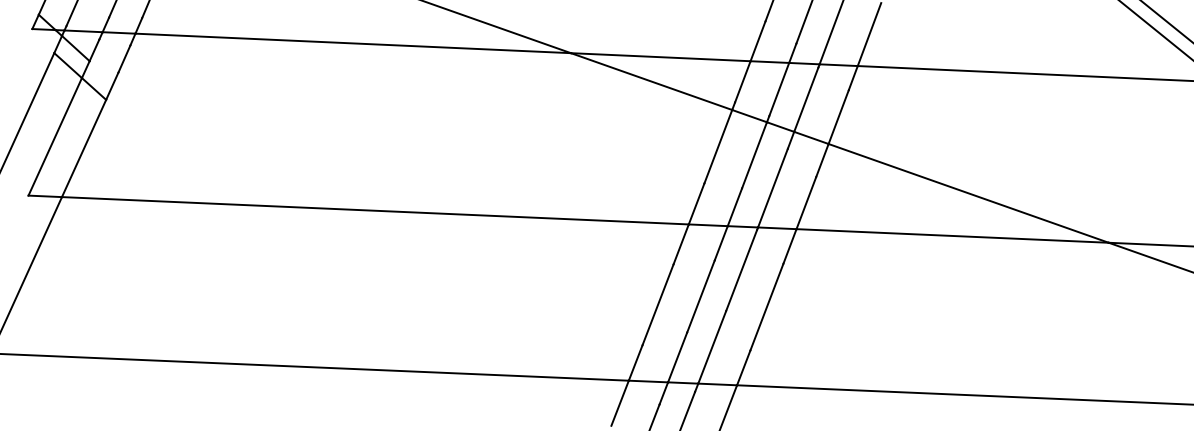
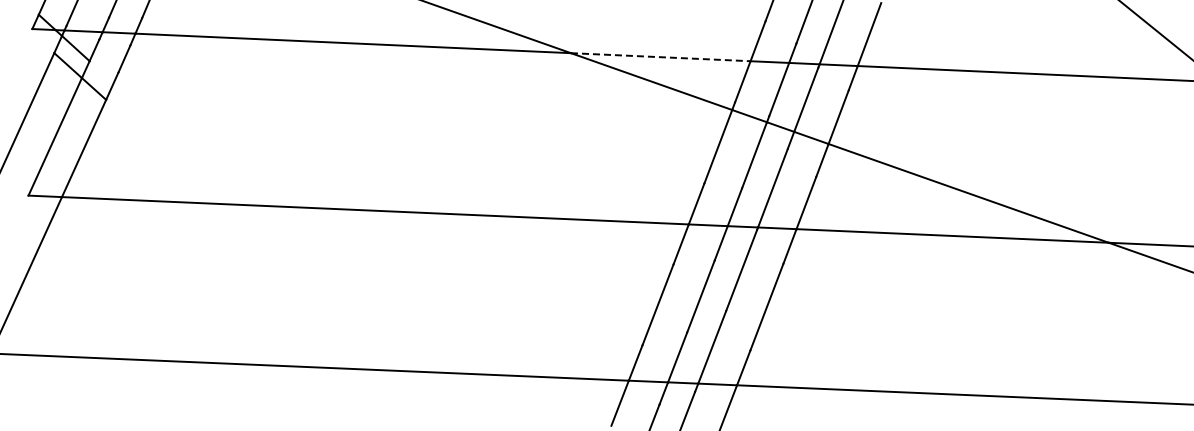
line at (1166, 21): present -> none
line at (660, 57): solid -> dashed
